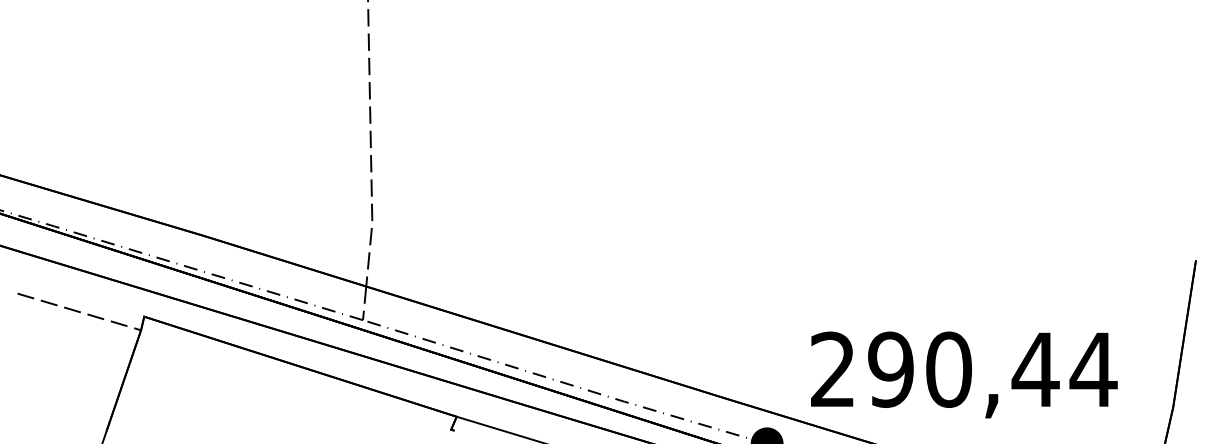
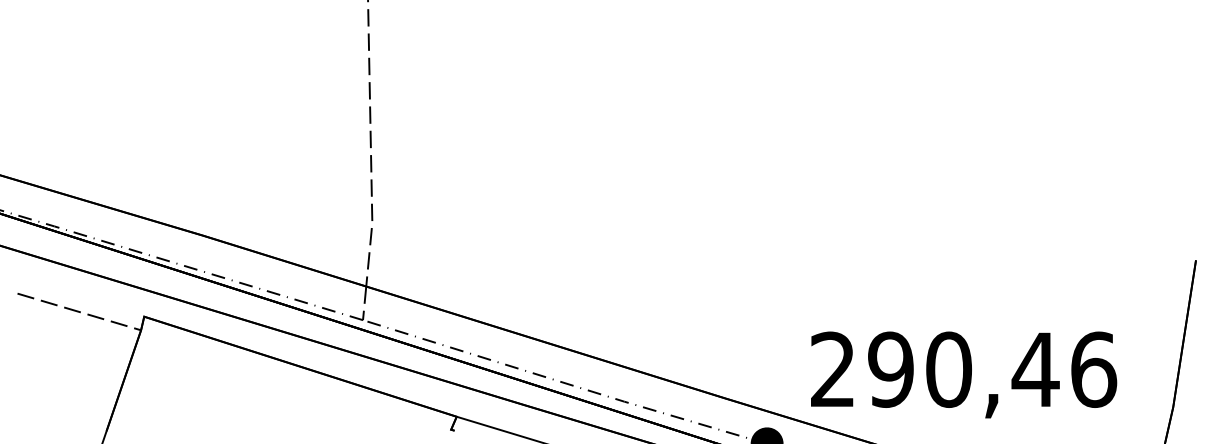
text at (1093, 369): 290,44 -> 290,46
